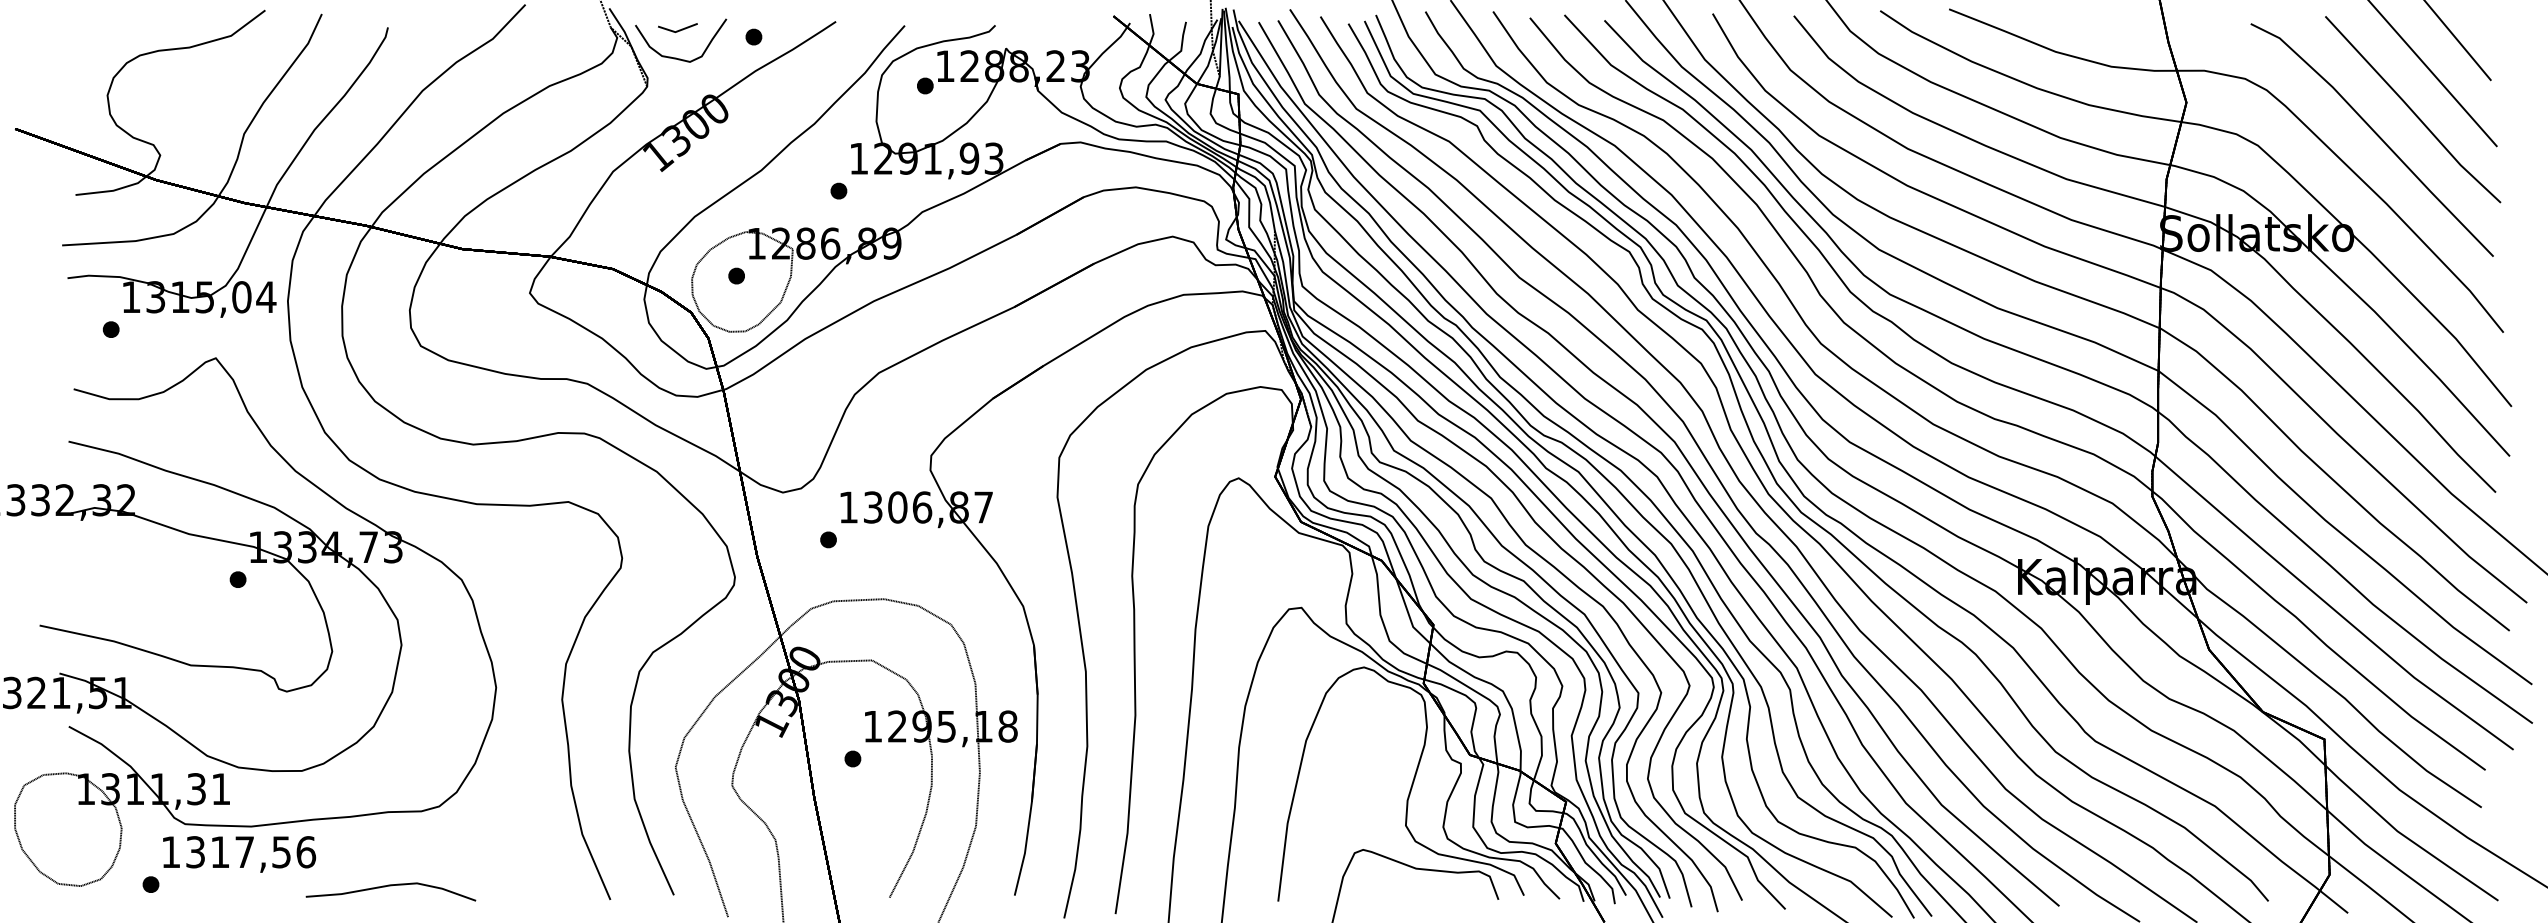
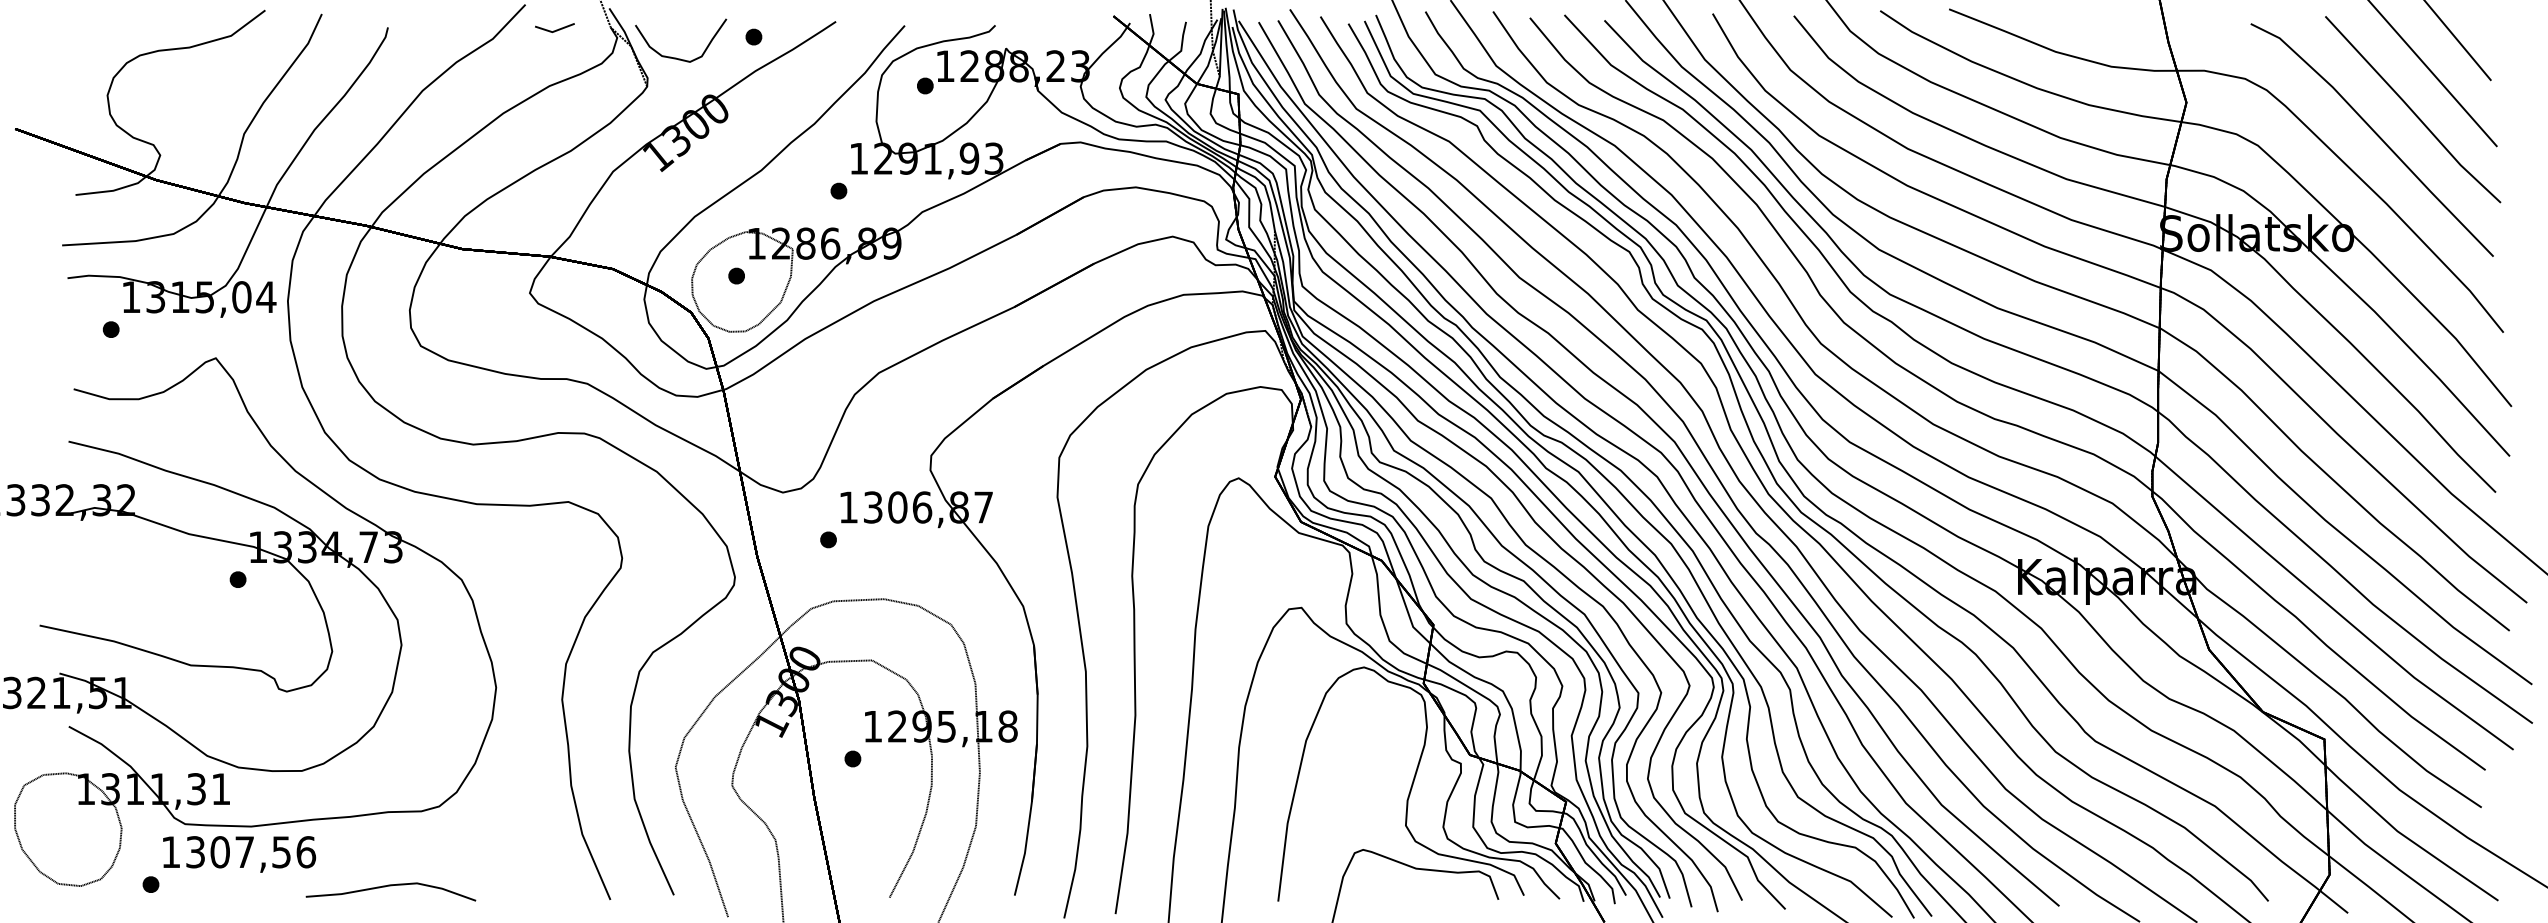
line at (679, 29) position: (679, 29) -> (556, 29)
text at (219, 852): 1317,56 -> 1307,56
